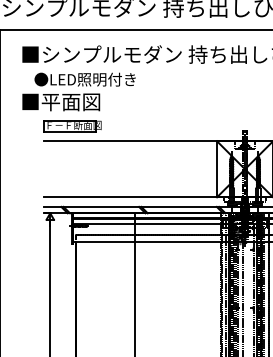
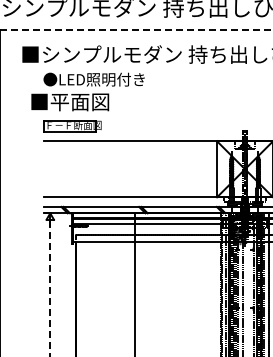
line at (136, 29): solid -> dashed
text at (78, 91) position: (78, 91) -> (87, 91)
line at (50, 288): solid -> dashed
